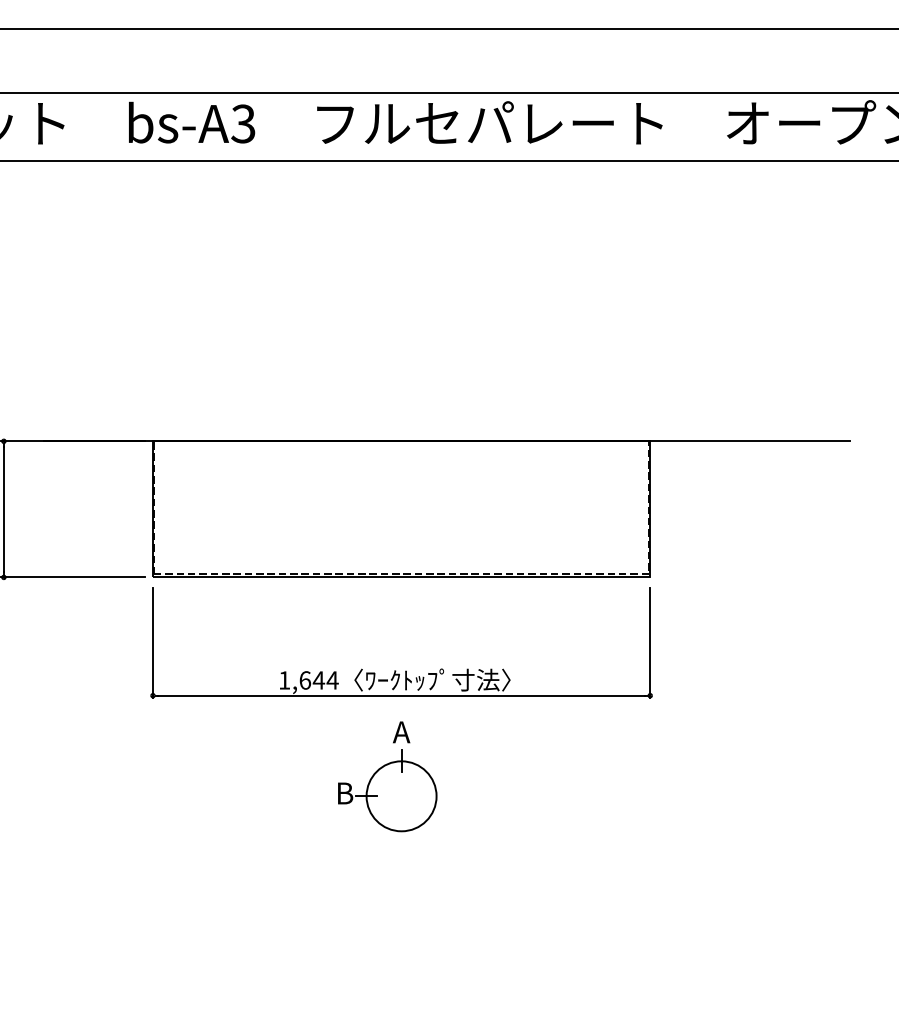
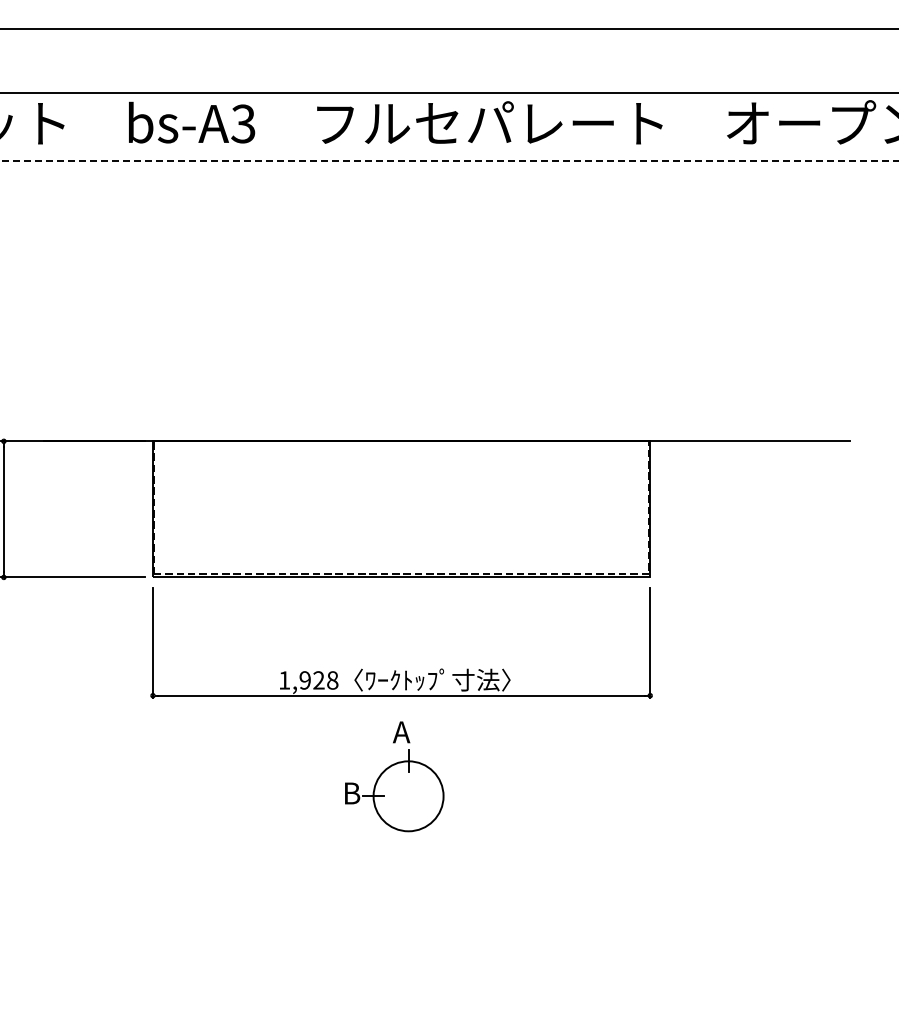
line at (449, 160): solid -> dashed
text at (318, 680): 1,644 -> 1,928
part at (387, 790) position: (387, 790) -> (394, 790)
